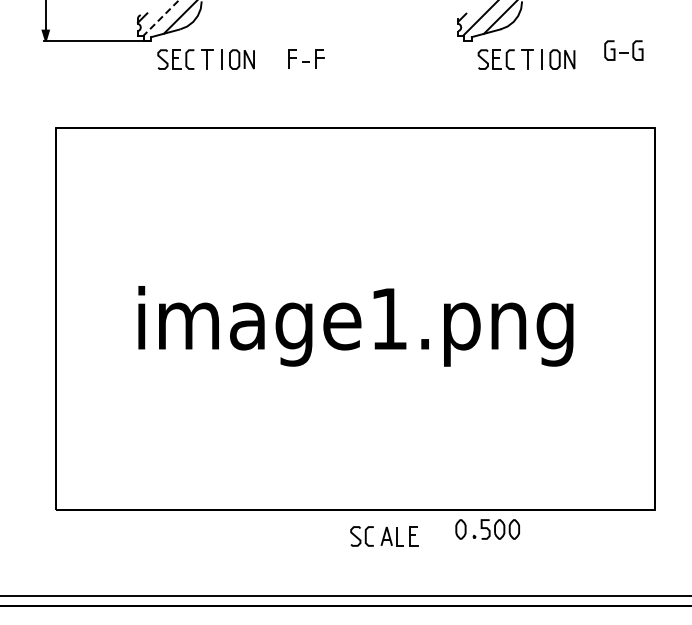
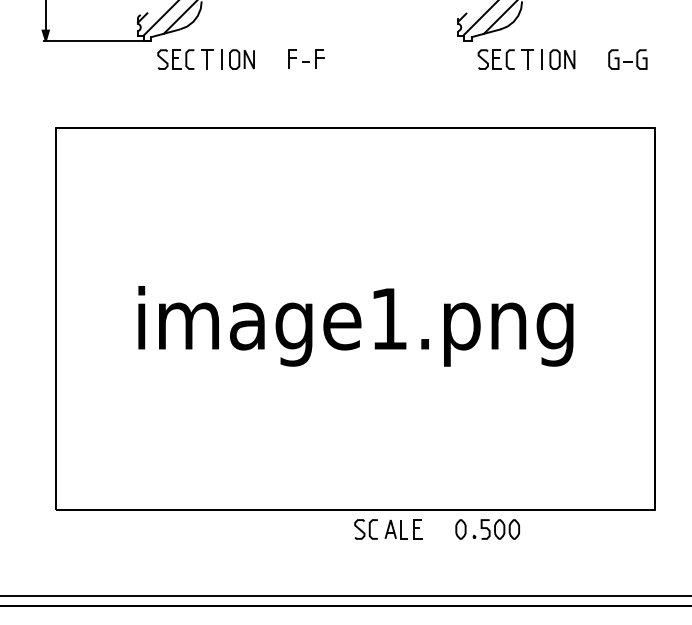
line at (161, 18): dashed -> solid
part at (623, 50) position: (623, 50) -> (627, 59)
part at (384, 536) position: (384, 536) -> (388, 529)
